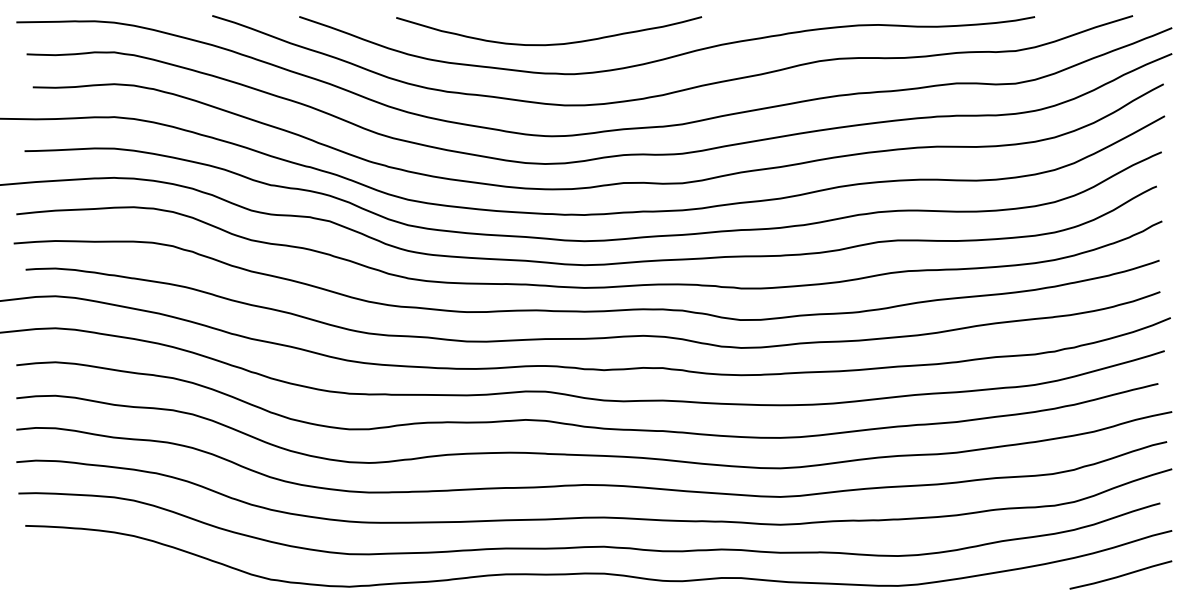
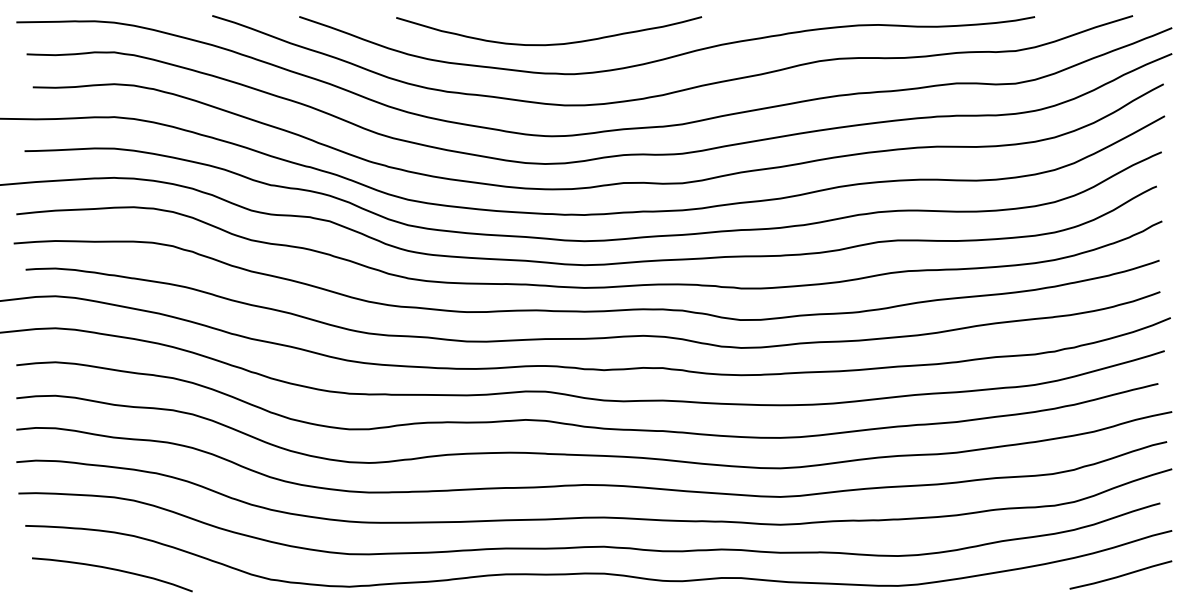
curve at (113, 570): none -> present
